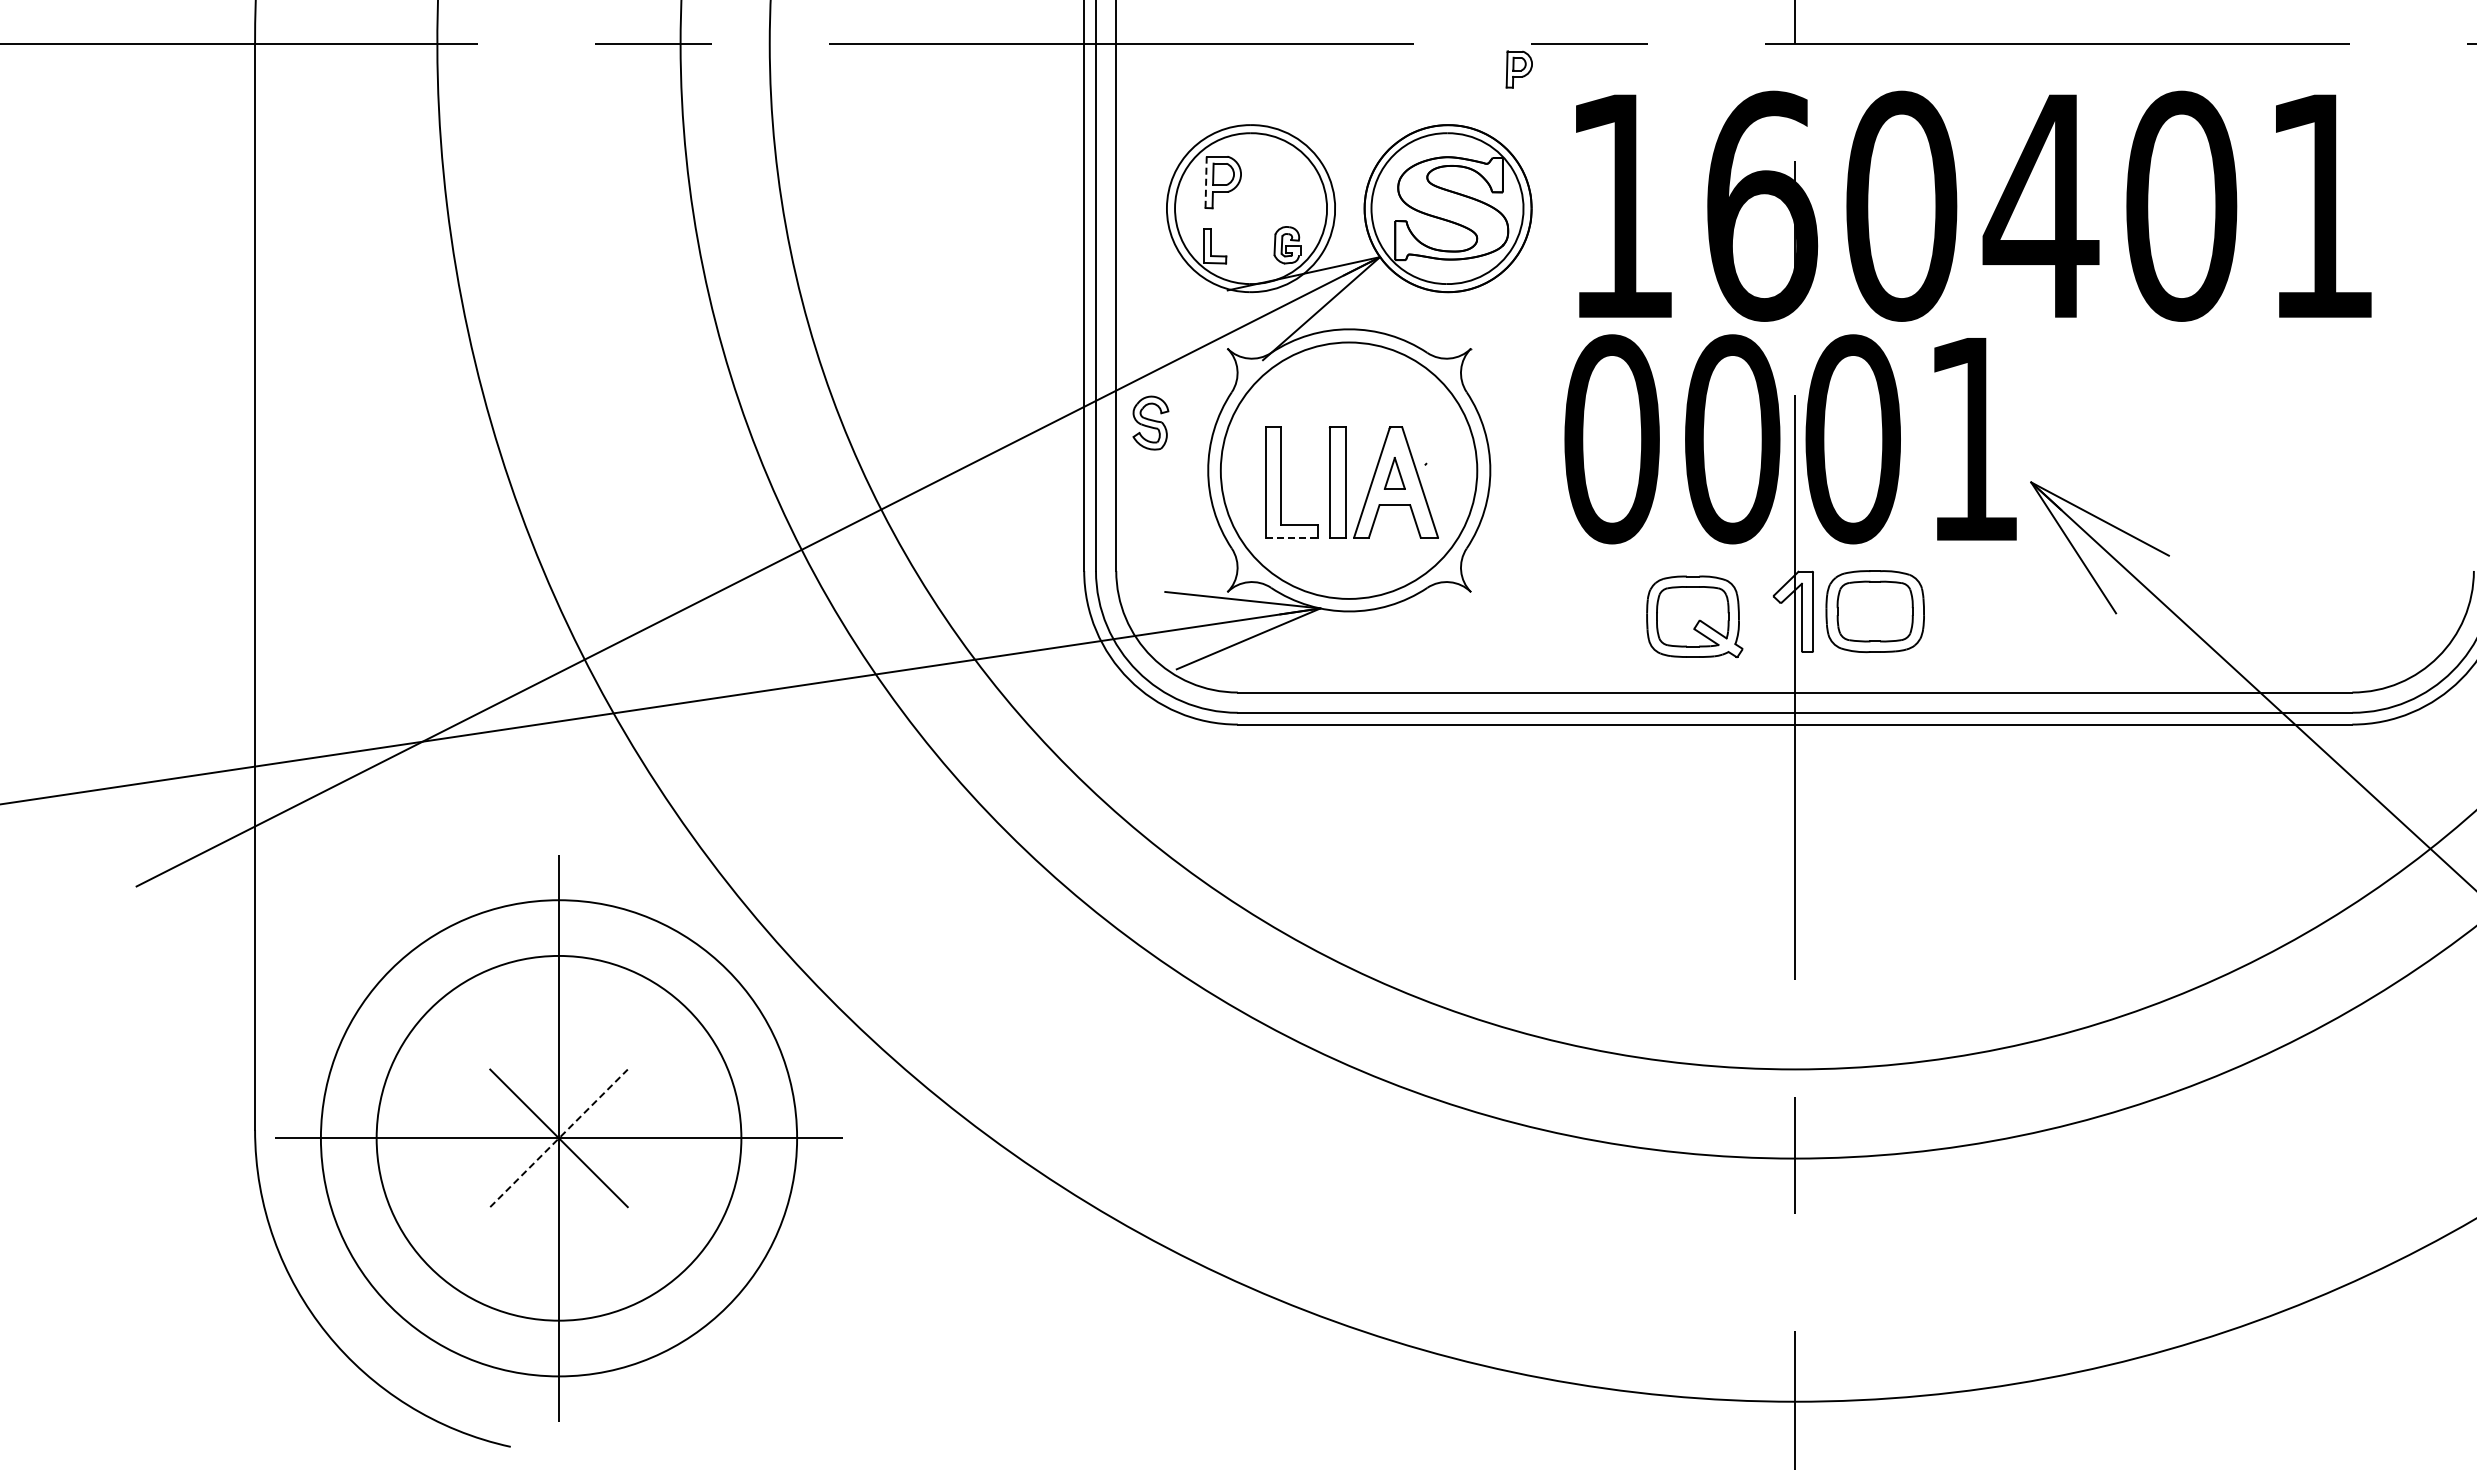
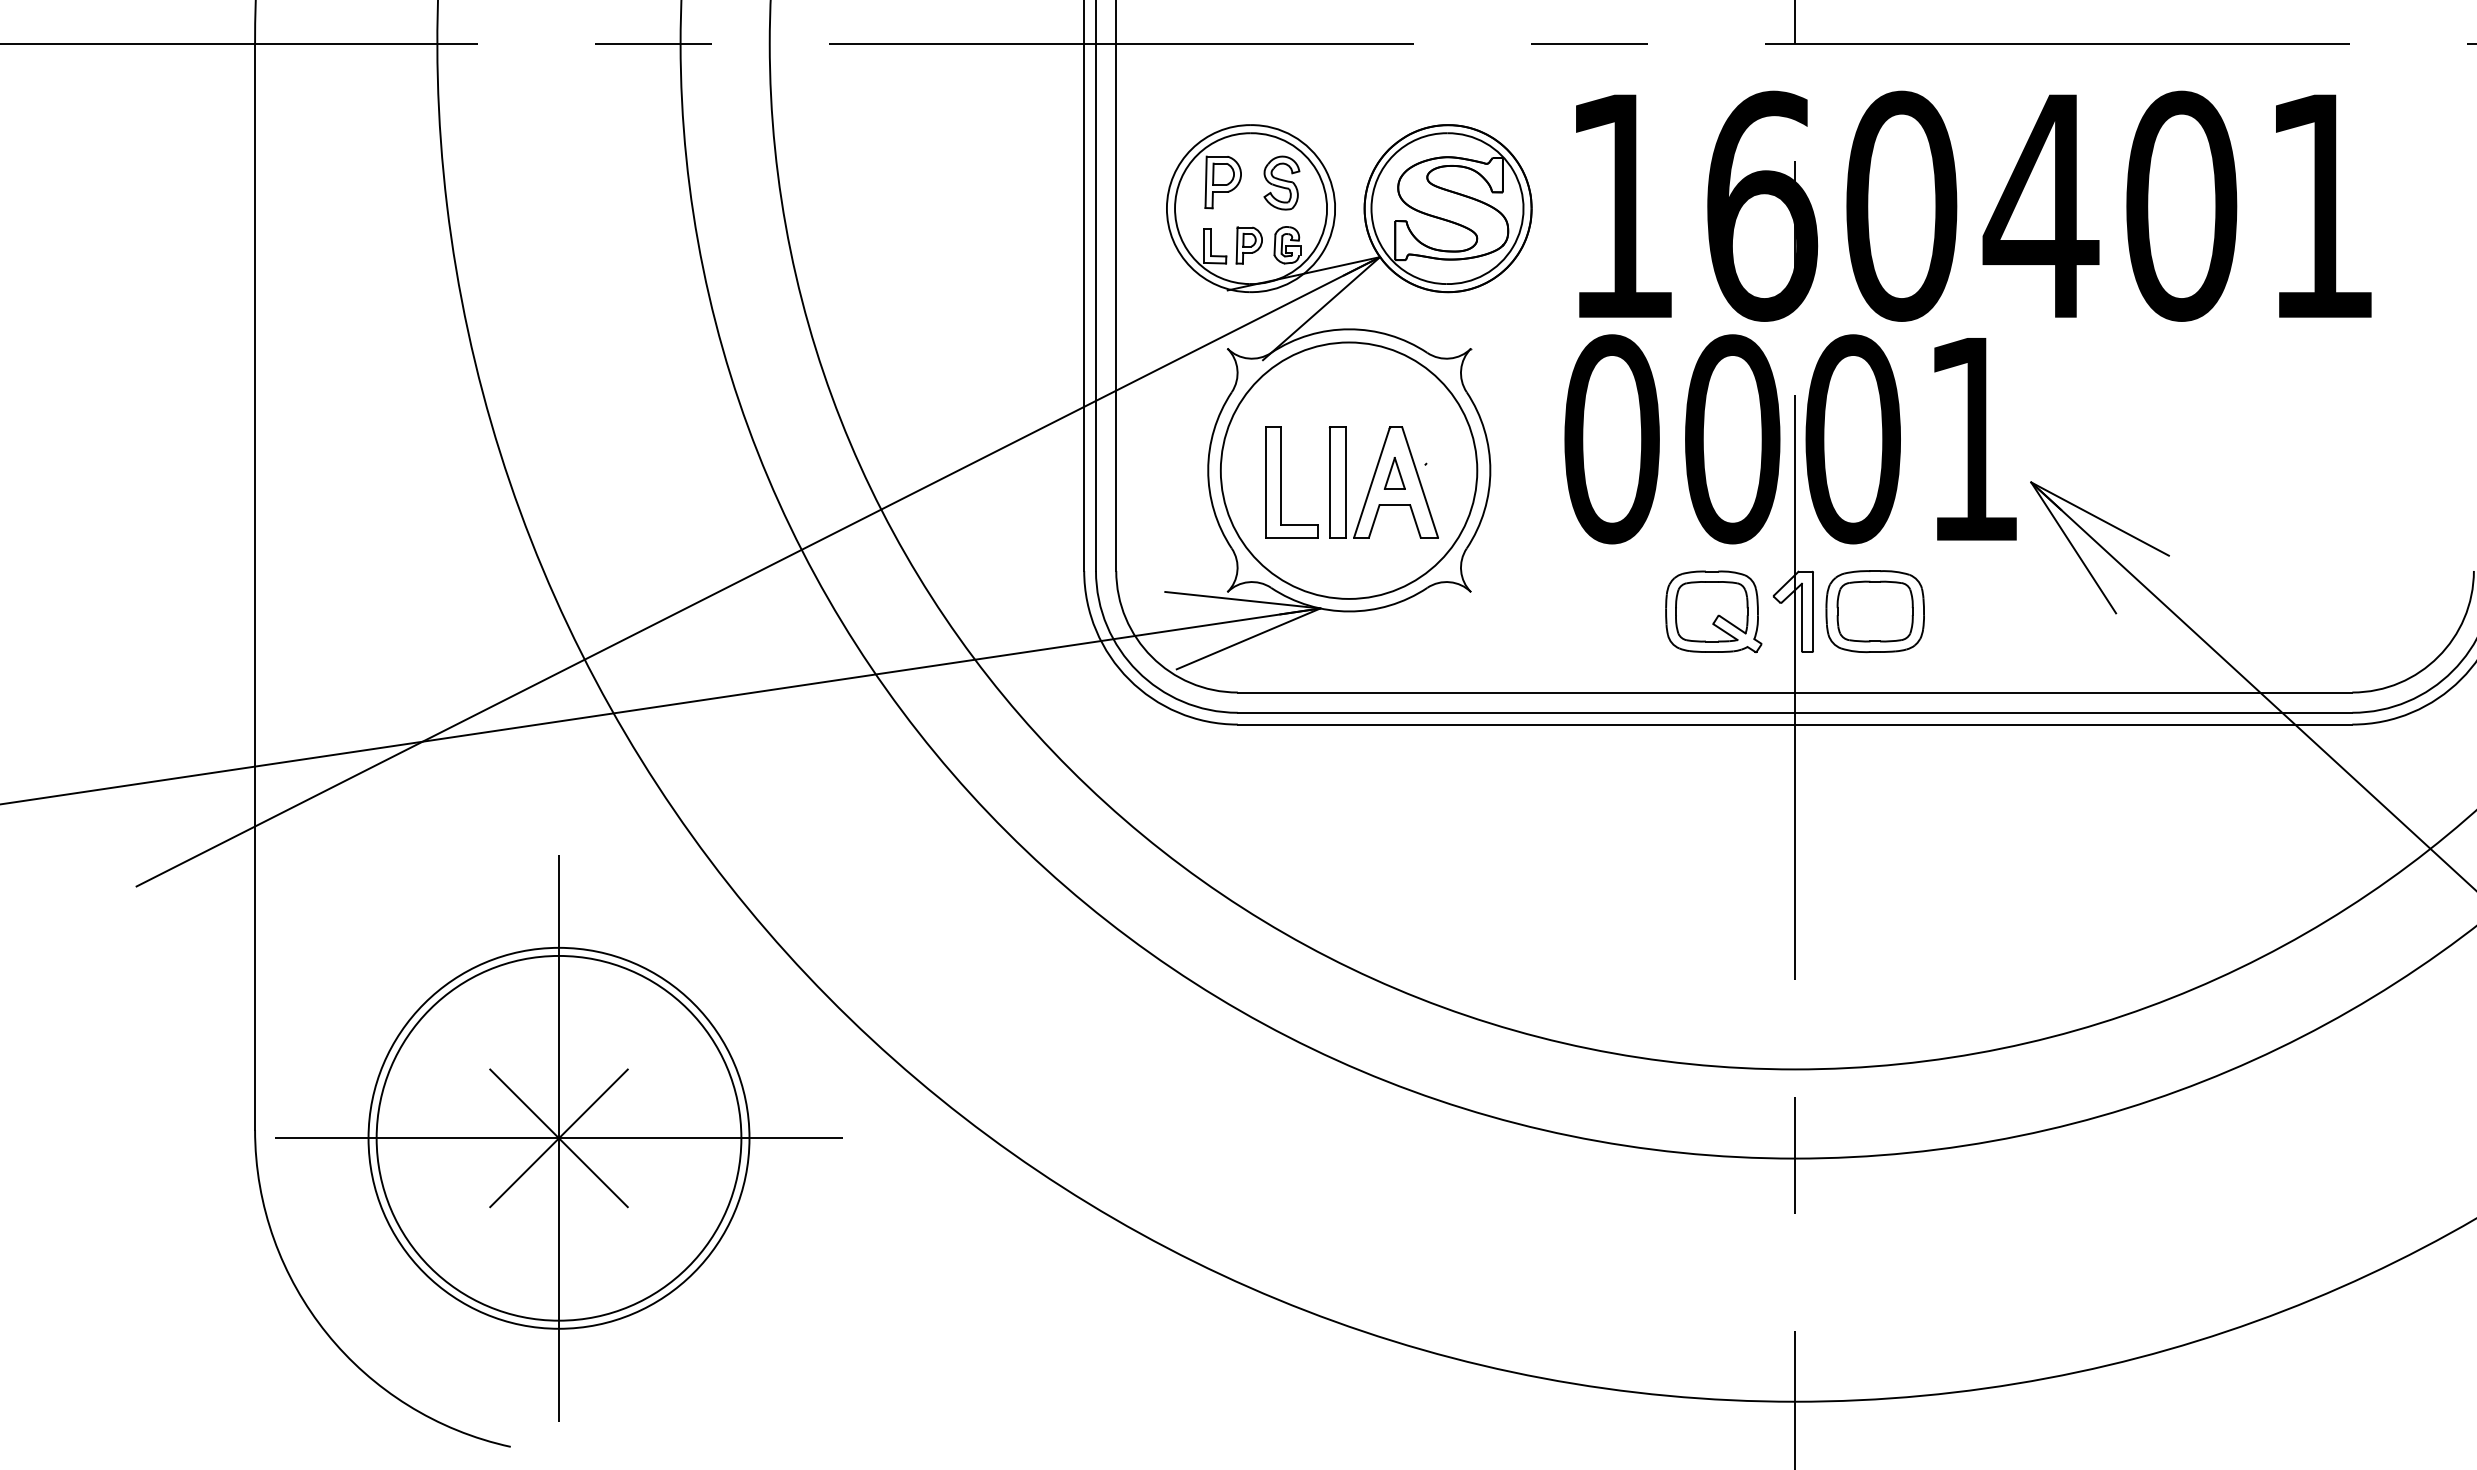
part at (1518, 69) position: (1518, 69) -> (1248, 245)
line at (1206, 182): dashed -> solid
part at (1150, 422) position: (1150, 422) -> (1281, 182)
line at (1292, 537): dashed -> solid
part at (1694, 616) position: (1694, 616) -> (1713, 611)
line at (559, 1137): dashed -> solid
circle at (558, 1138) diameter: 476 px -> 381 px
